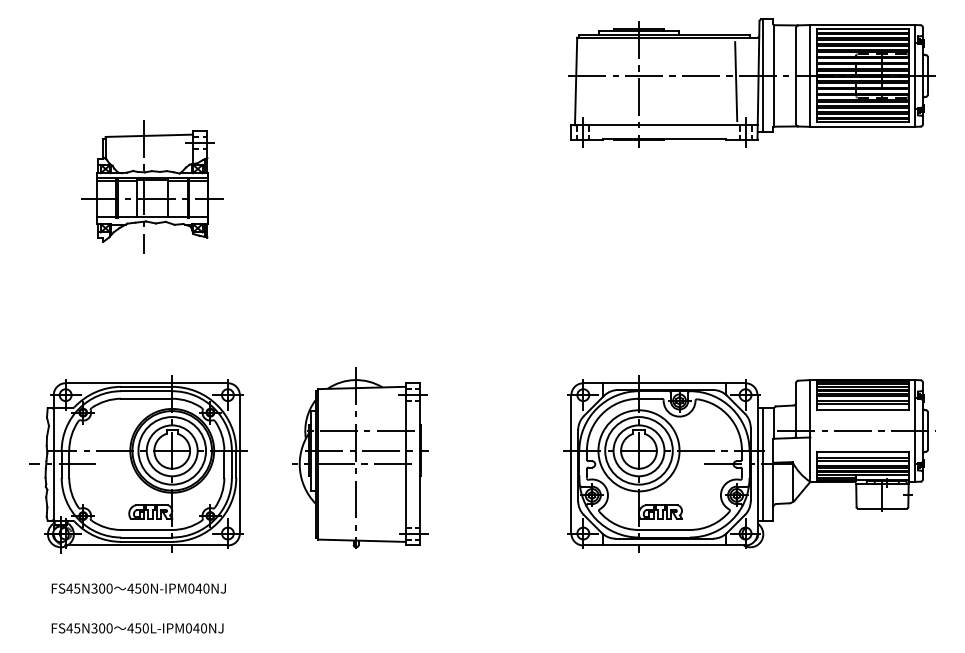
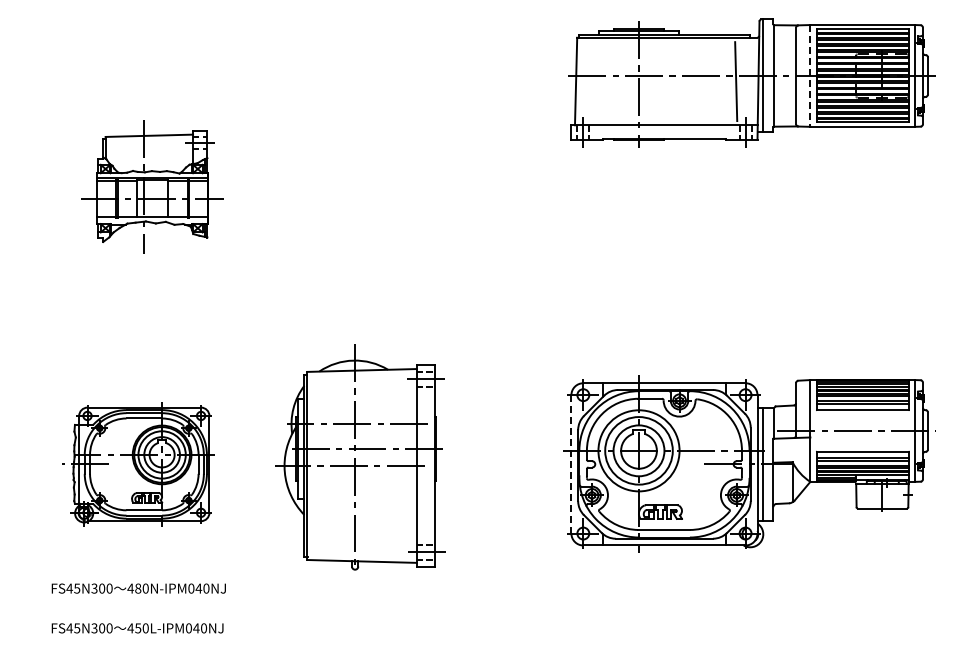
line at (810, 75): solid -> dashed
part at (360, 457) size: 137x182 px -> 171x227 px
line at (571, 463): solid -> dashed
part at (138, 464) size: 219x179 px -> 153x125 px
text at (138, 588): 450N-IPM040NJ -> 480N-IPM040NJ
